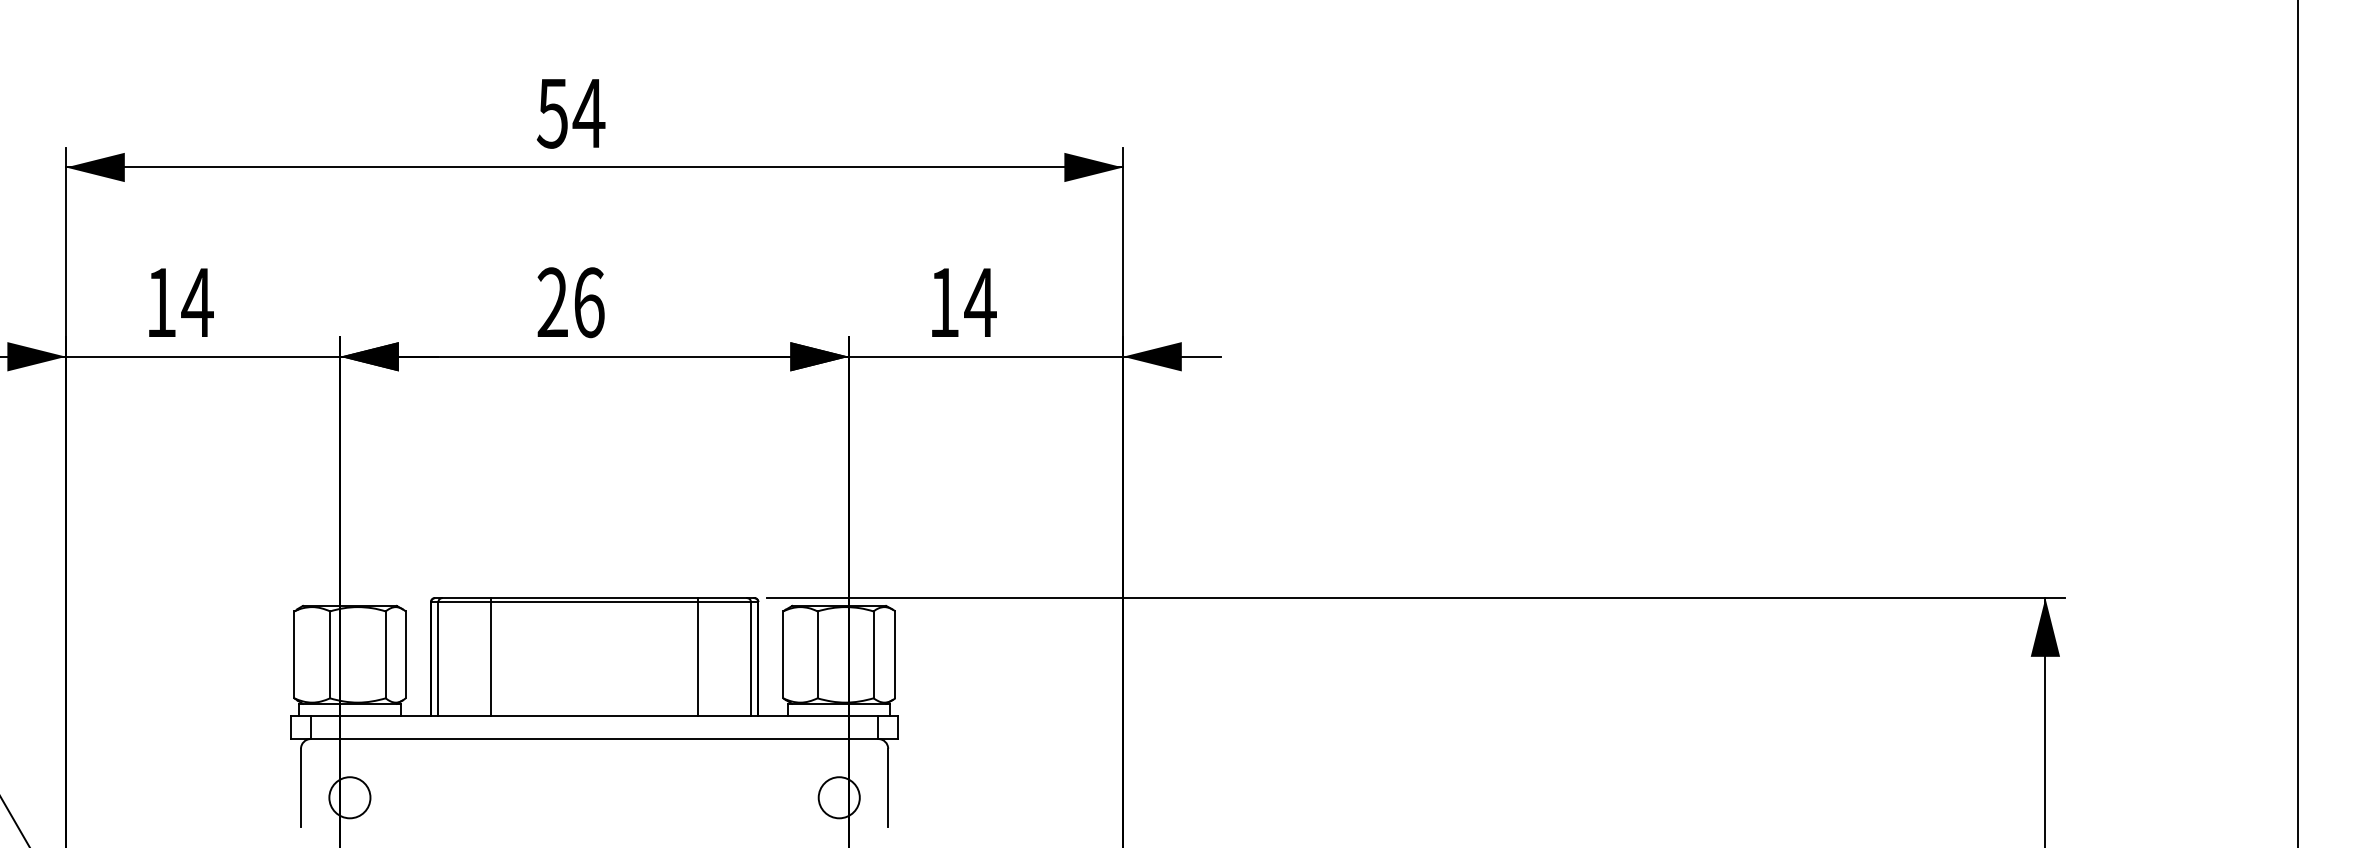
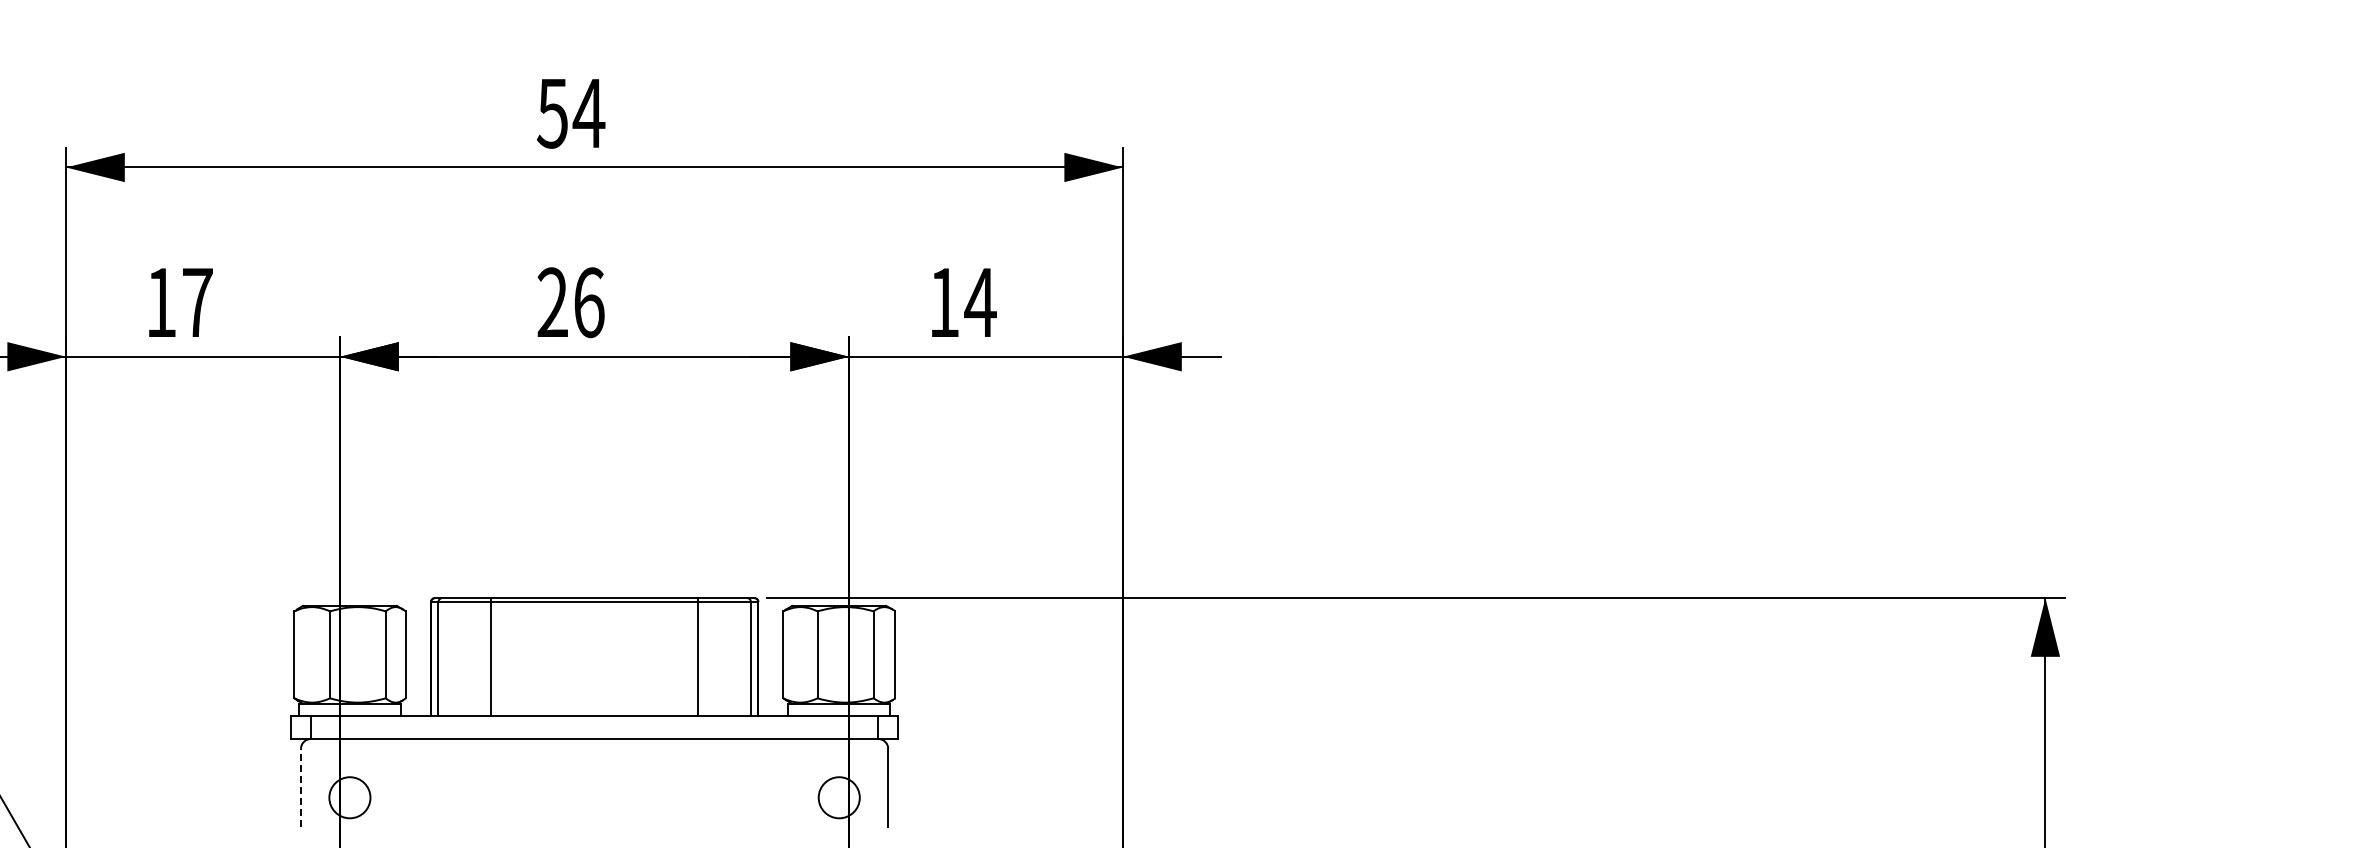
text at (197, 302): 14 -> 17
line at (2297, 423): present -> none
line at (300, 787): solid -> dashed
